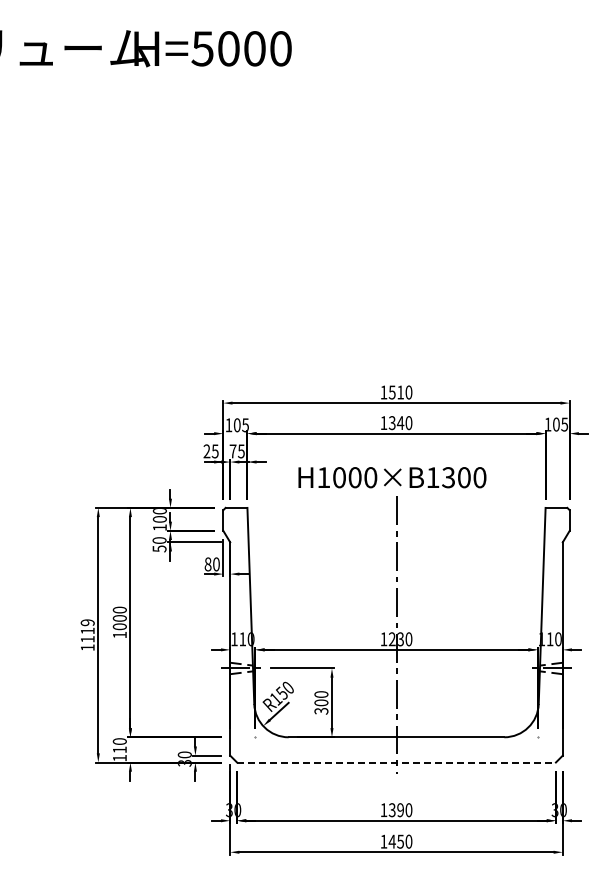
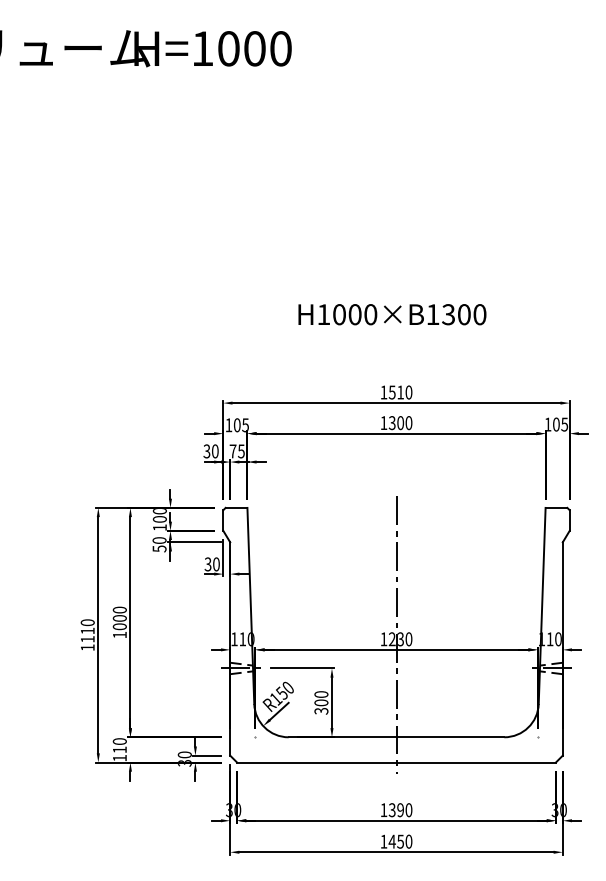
text at (202, 48): H=5000 -> H=1000
text at (400, 423): 1340 -> 1300
text at (210, 451): 25 -> 30
text at (392, 477) position: (392, 477) -> (392, 314)
text at (207, 564): 80 -> 30
text at (87, 622): 1119 -> 1110
line at (397, 762): dashed -> solid
